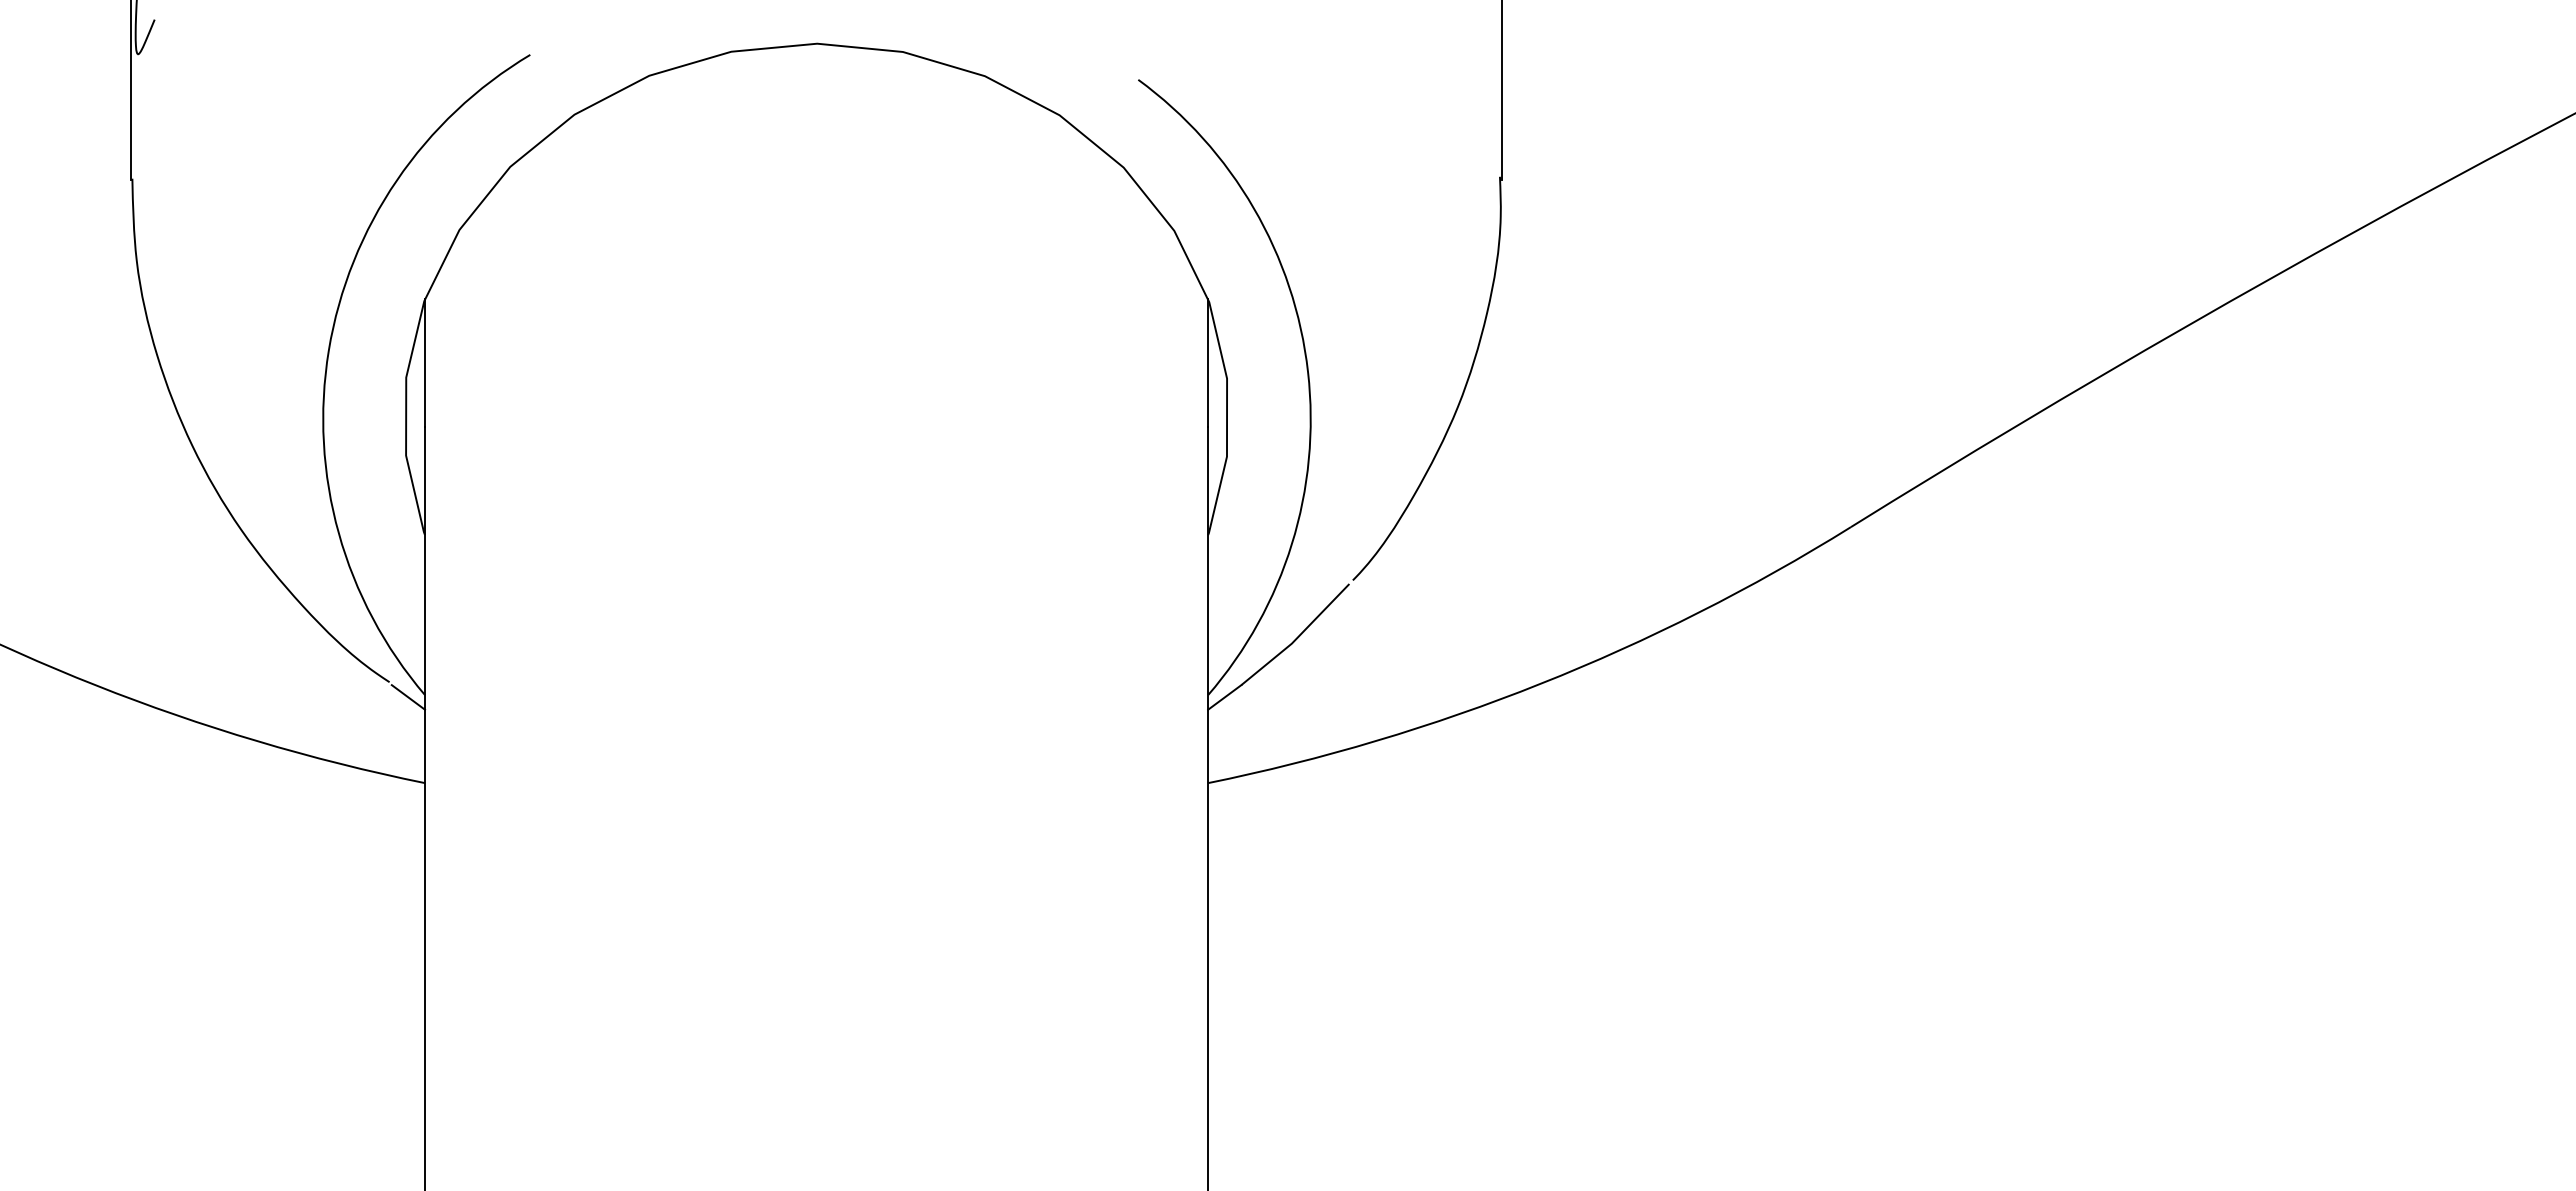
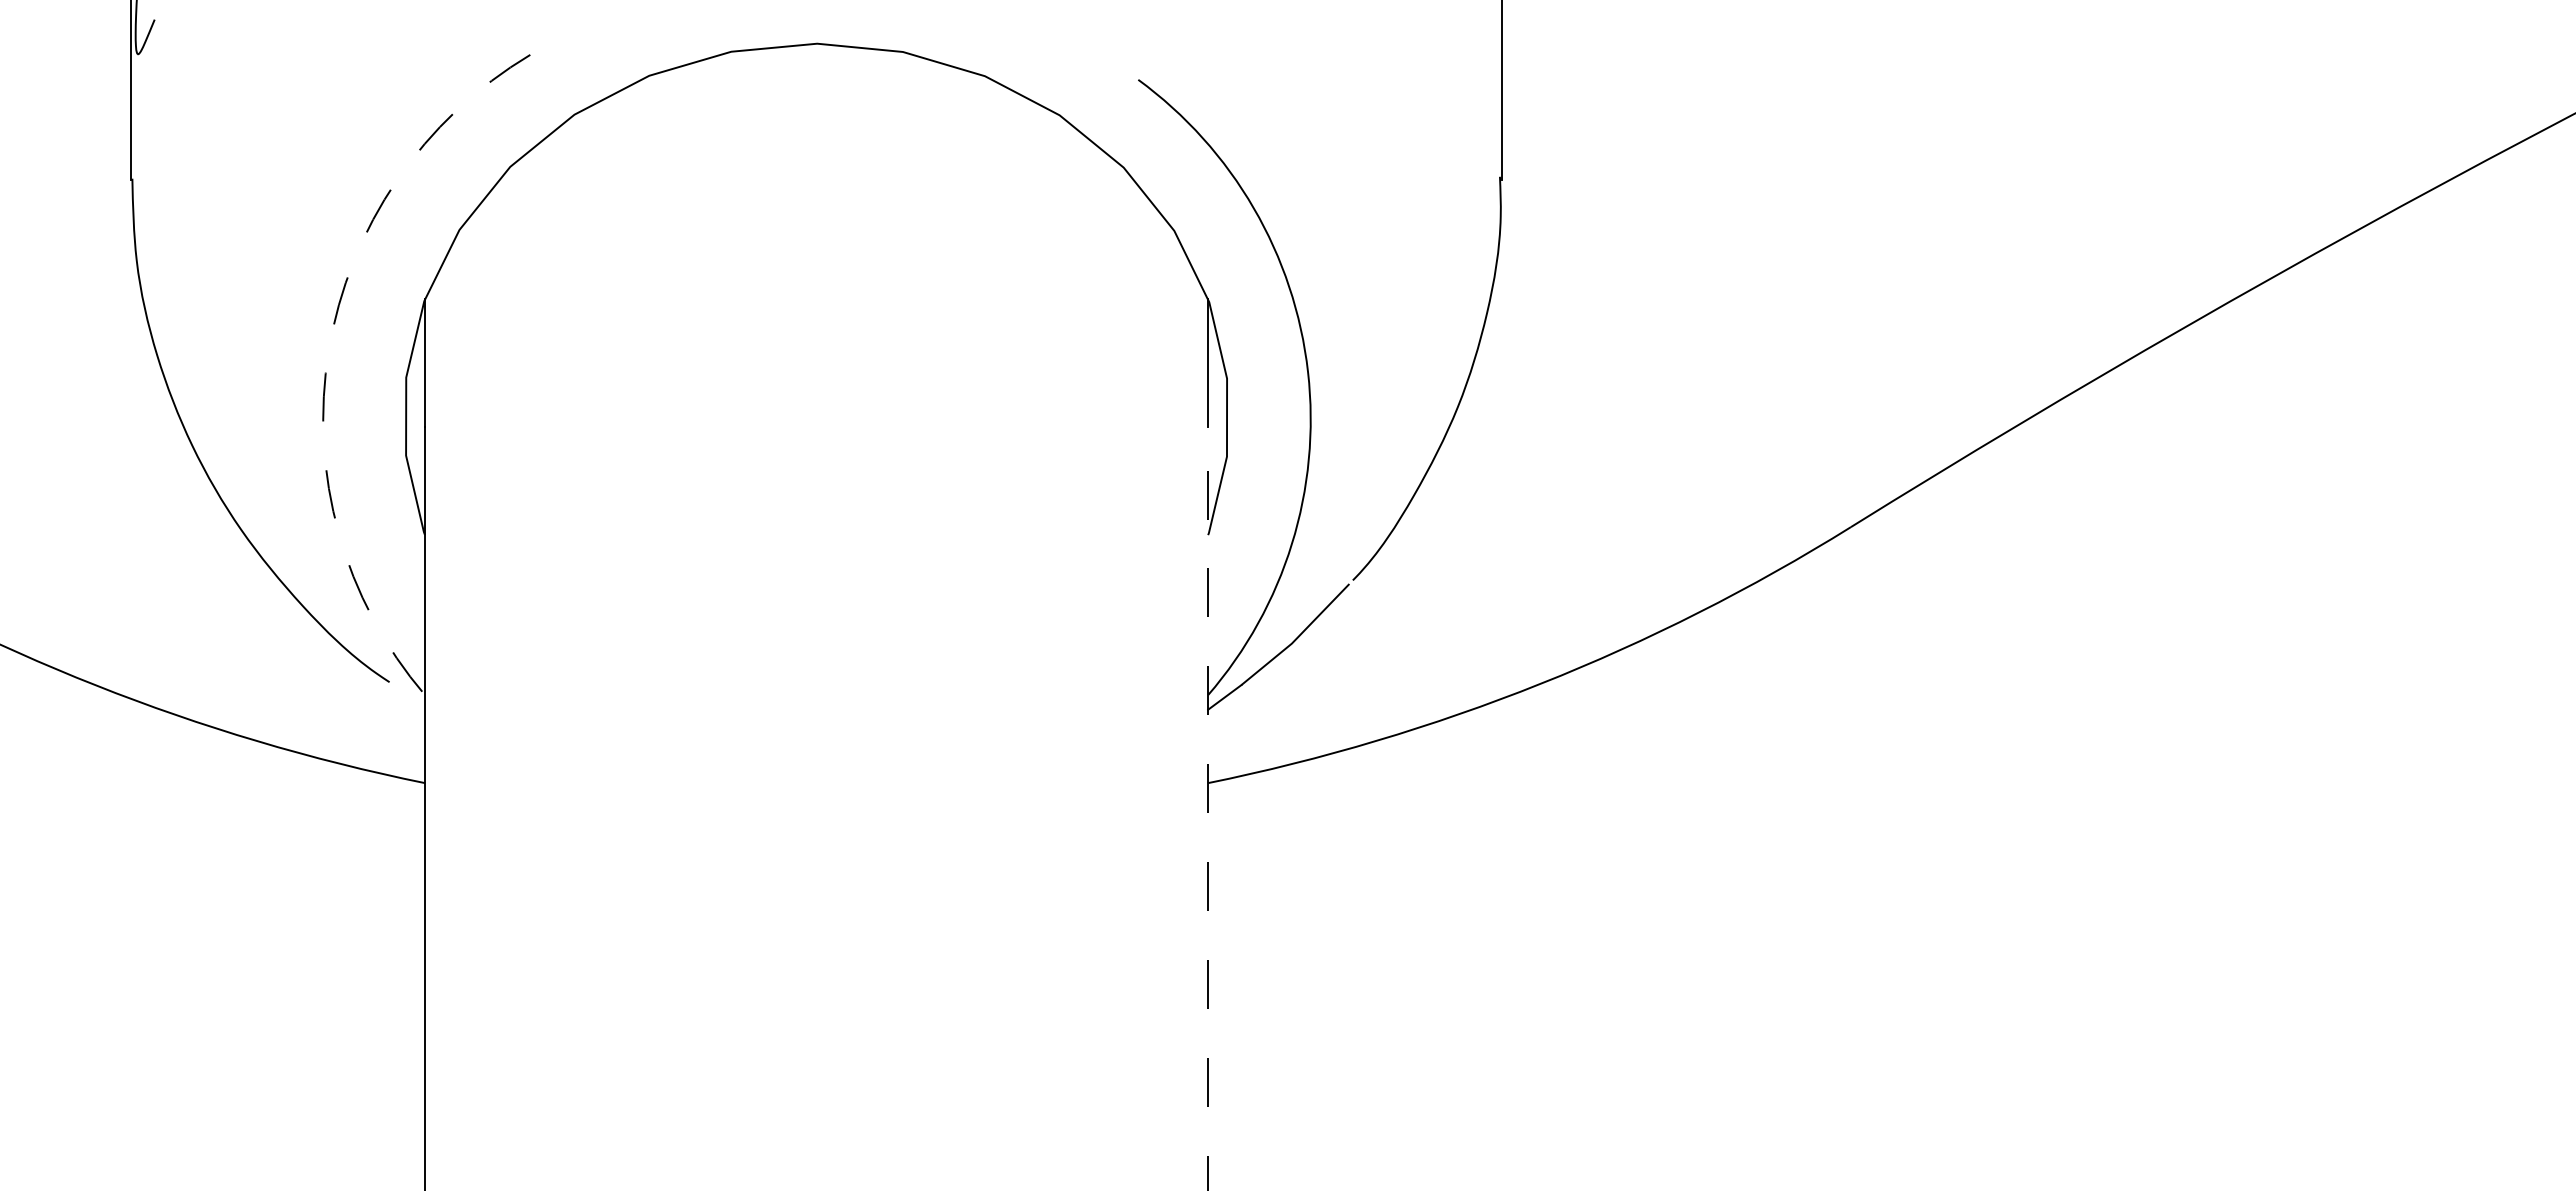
arc at (328, 350): solid -> dashed
line at (408, 697): present -> none
line at (1208, 808): solid -> dashed
